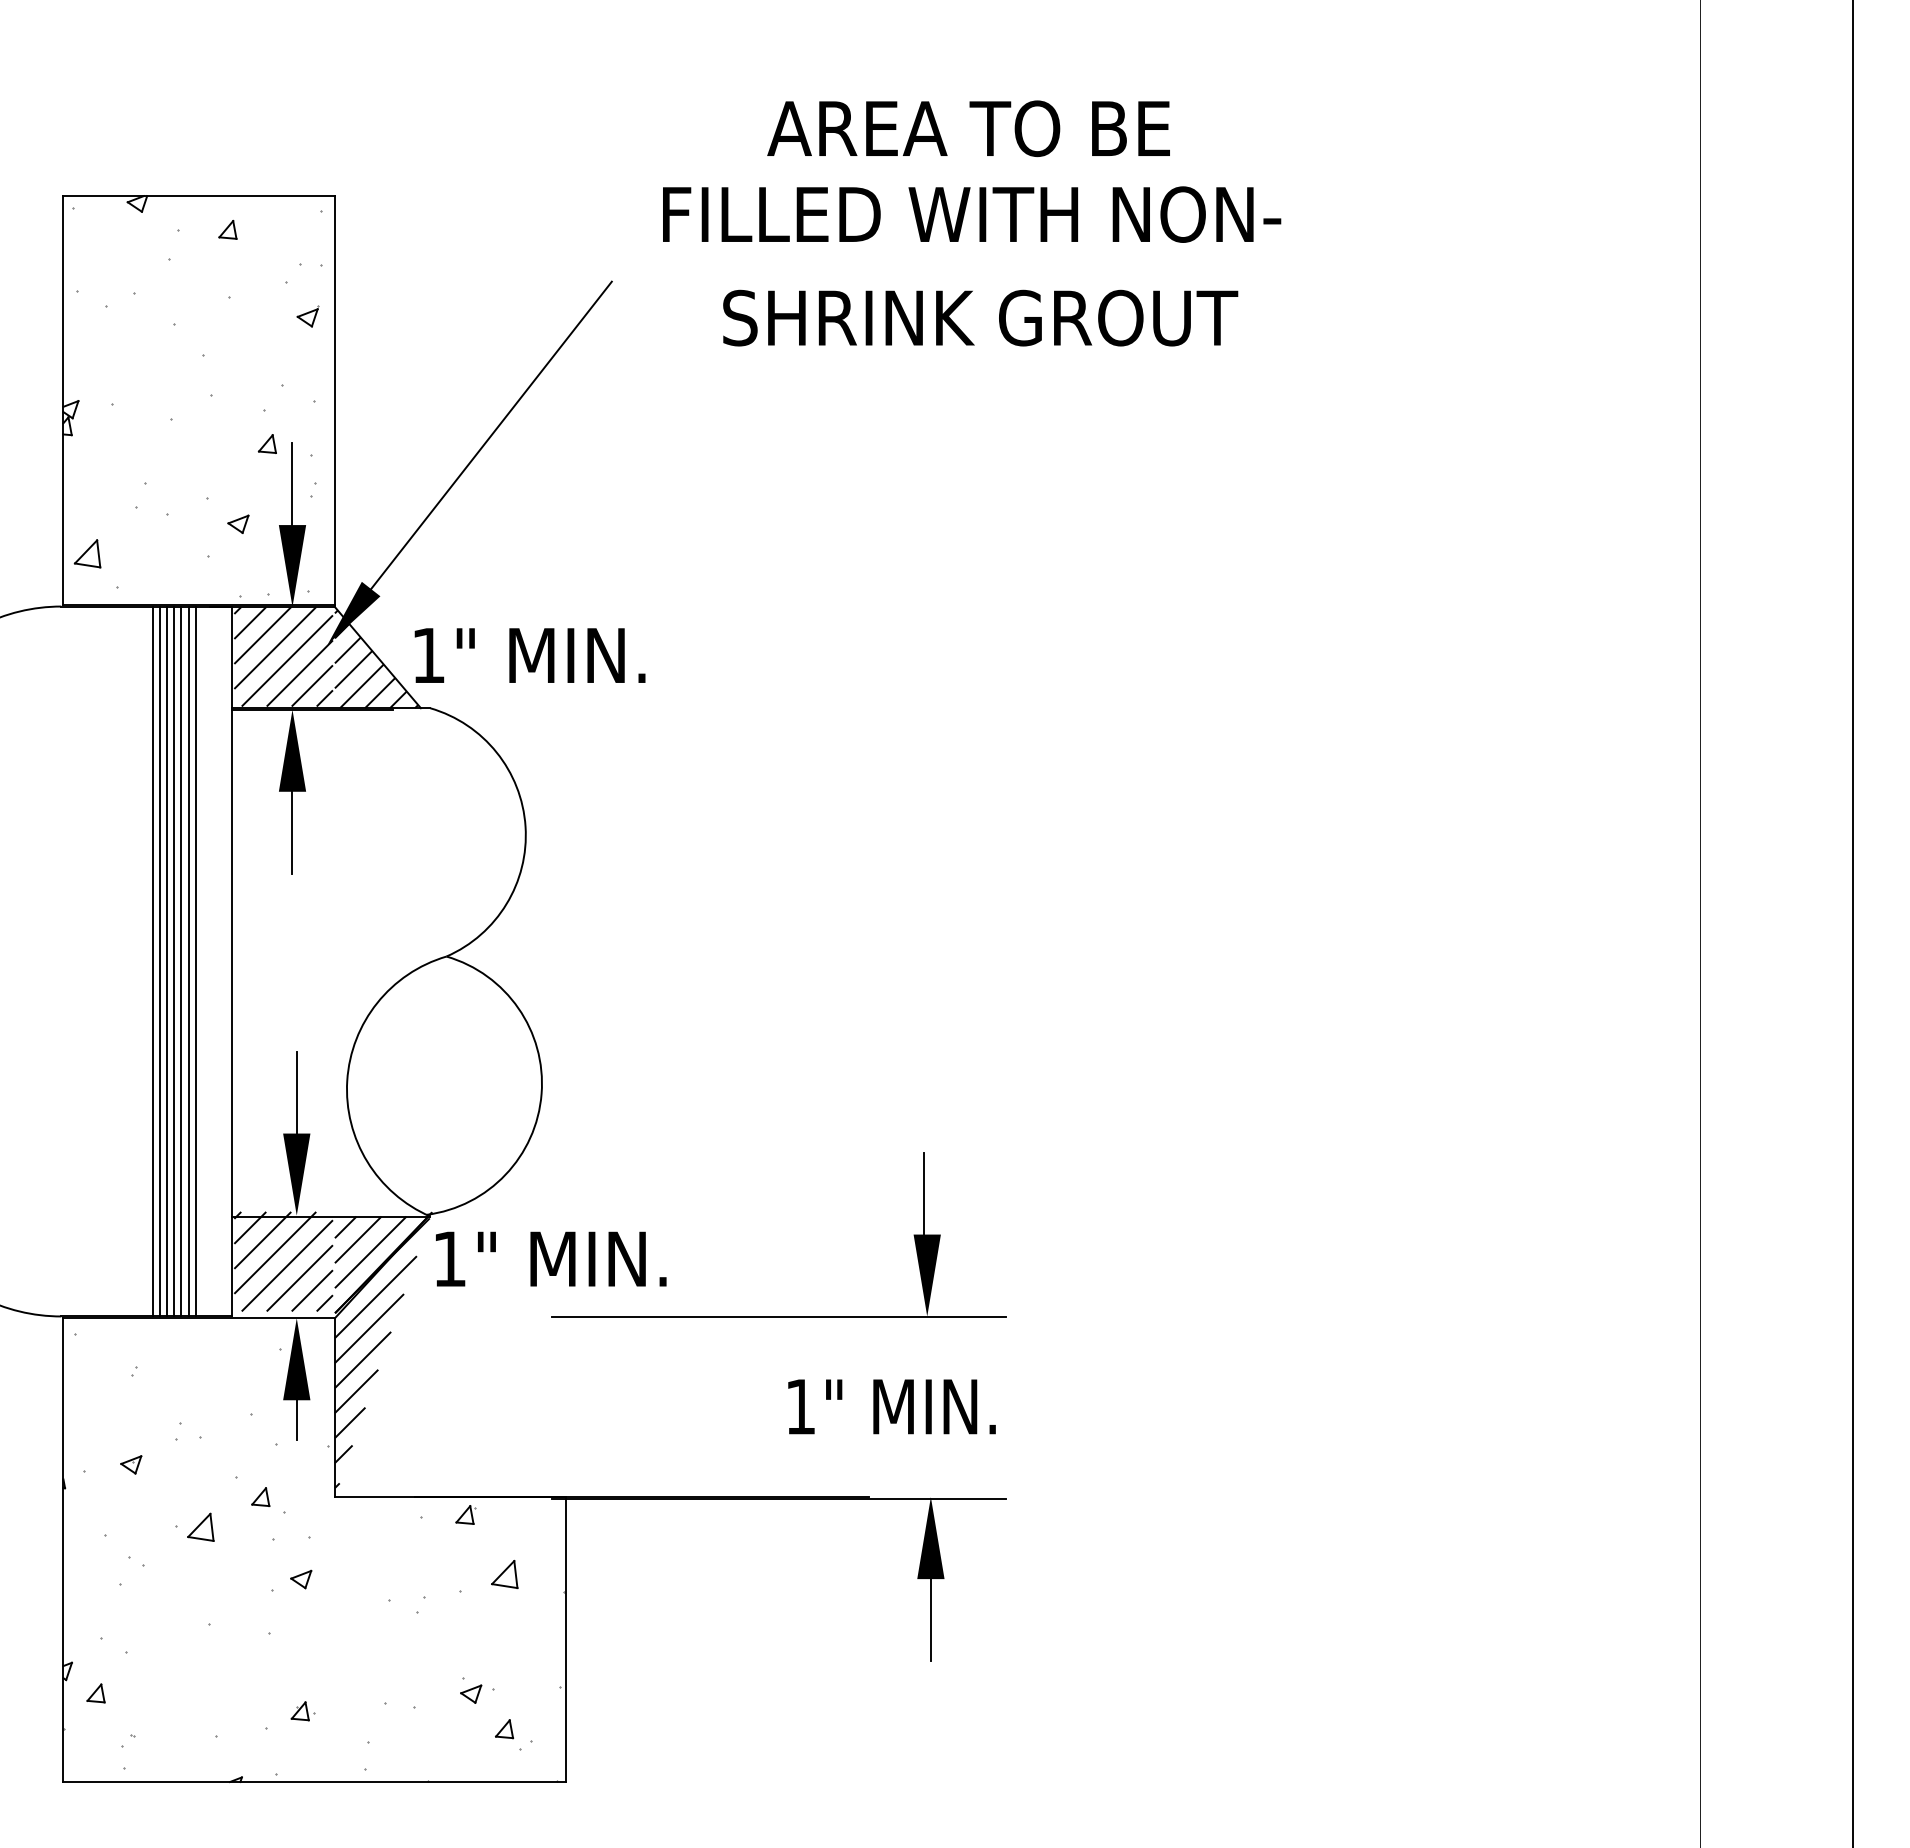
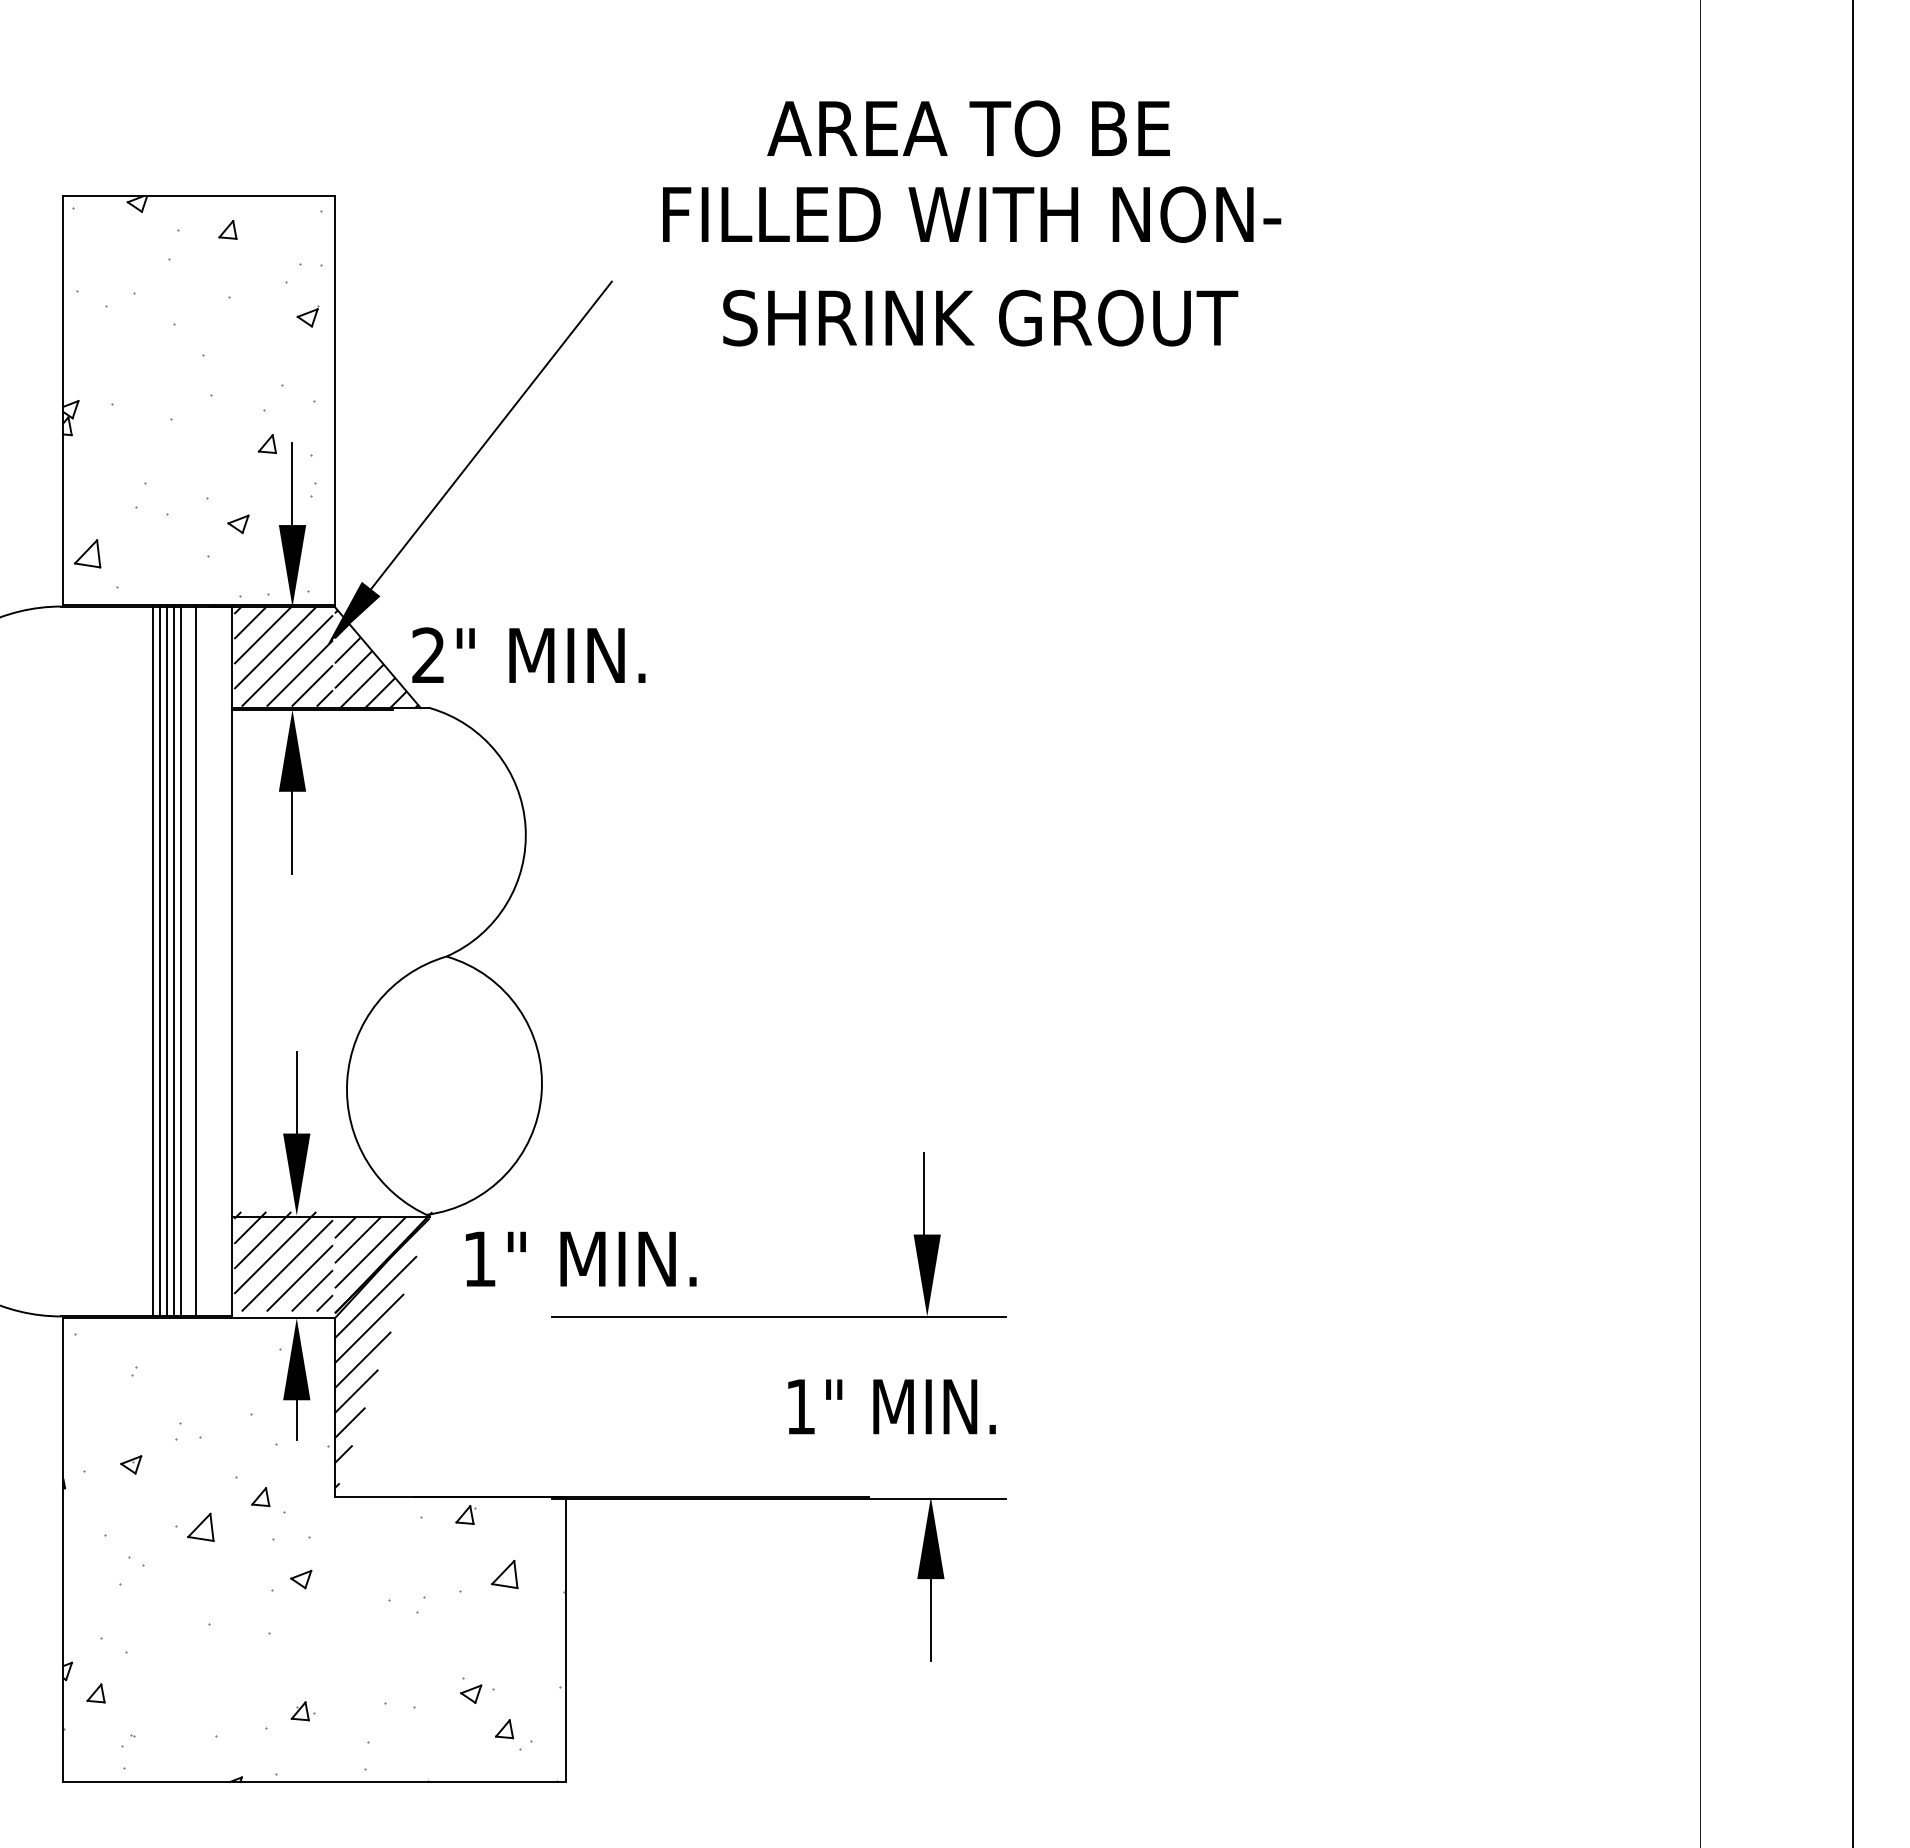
text at (428, 654): 1" -> 2"
line at (188, 961): present -> none
text at (551, 1258) position: (551, 1258) -> (581, 1258)
